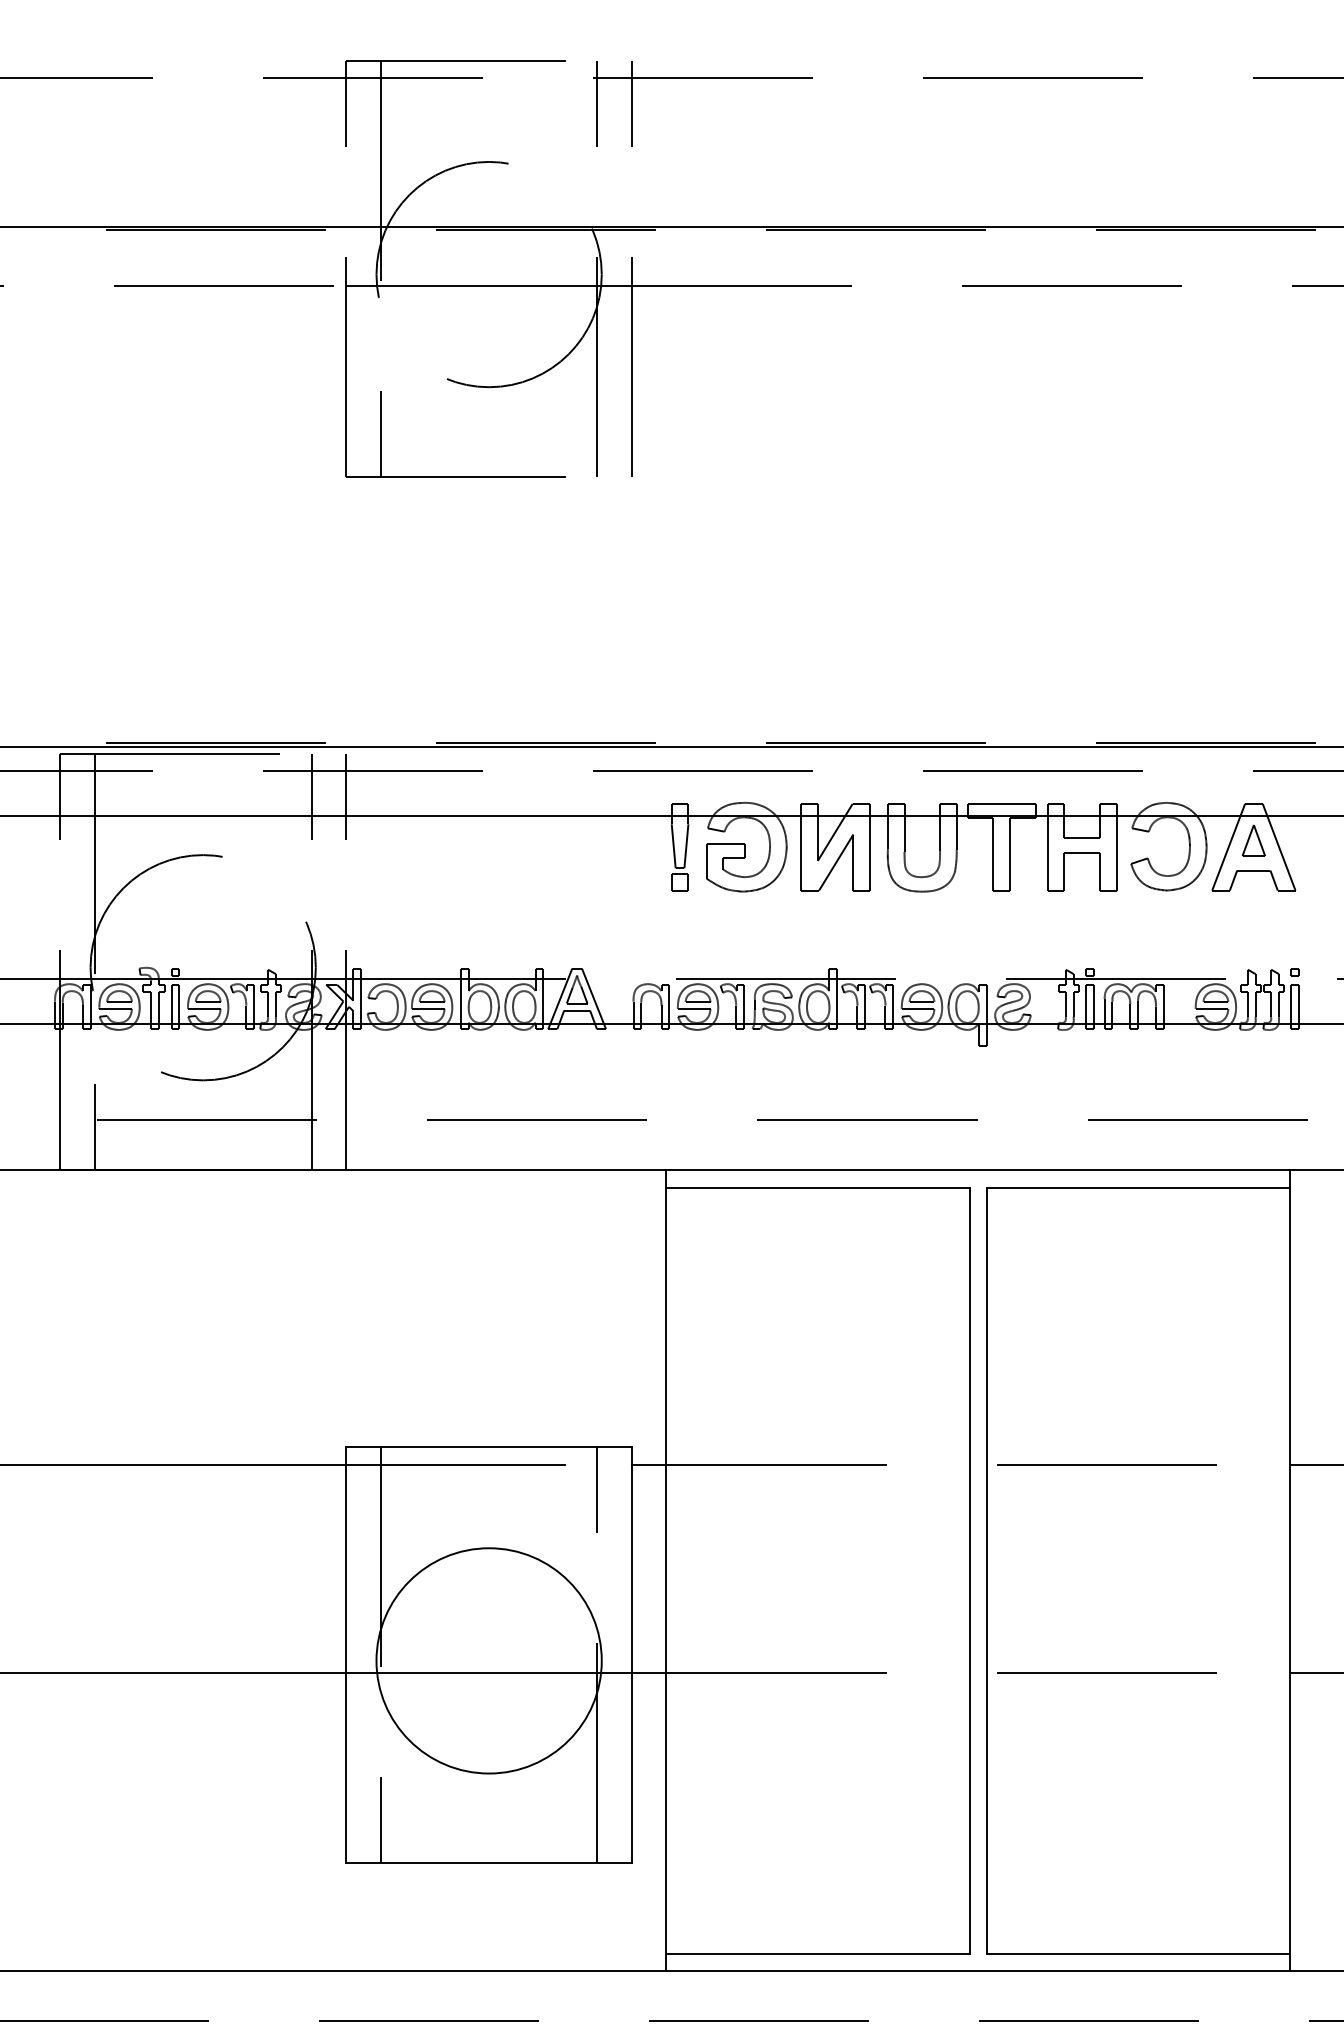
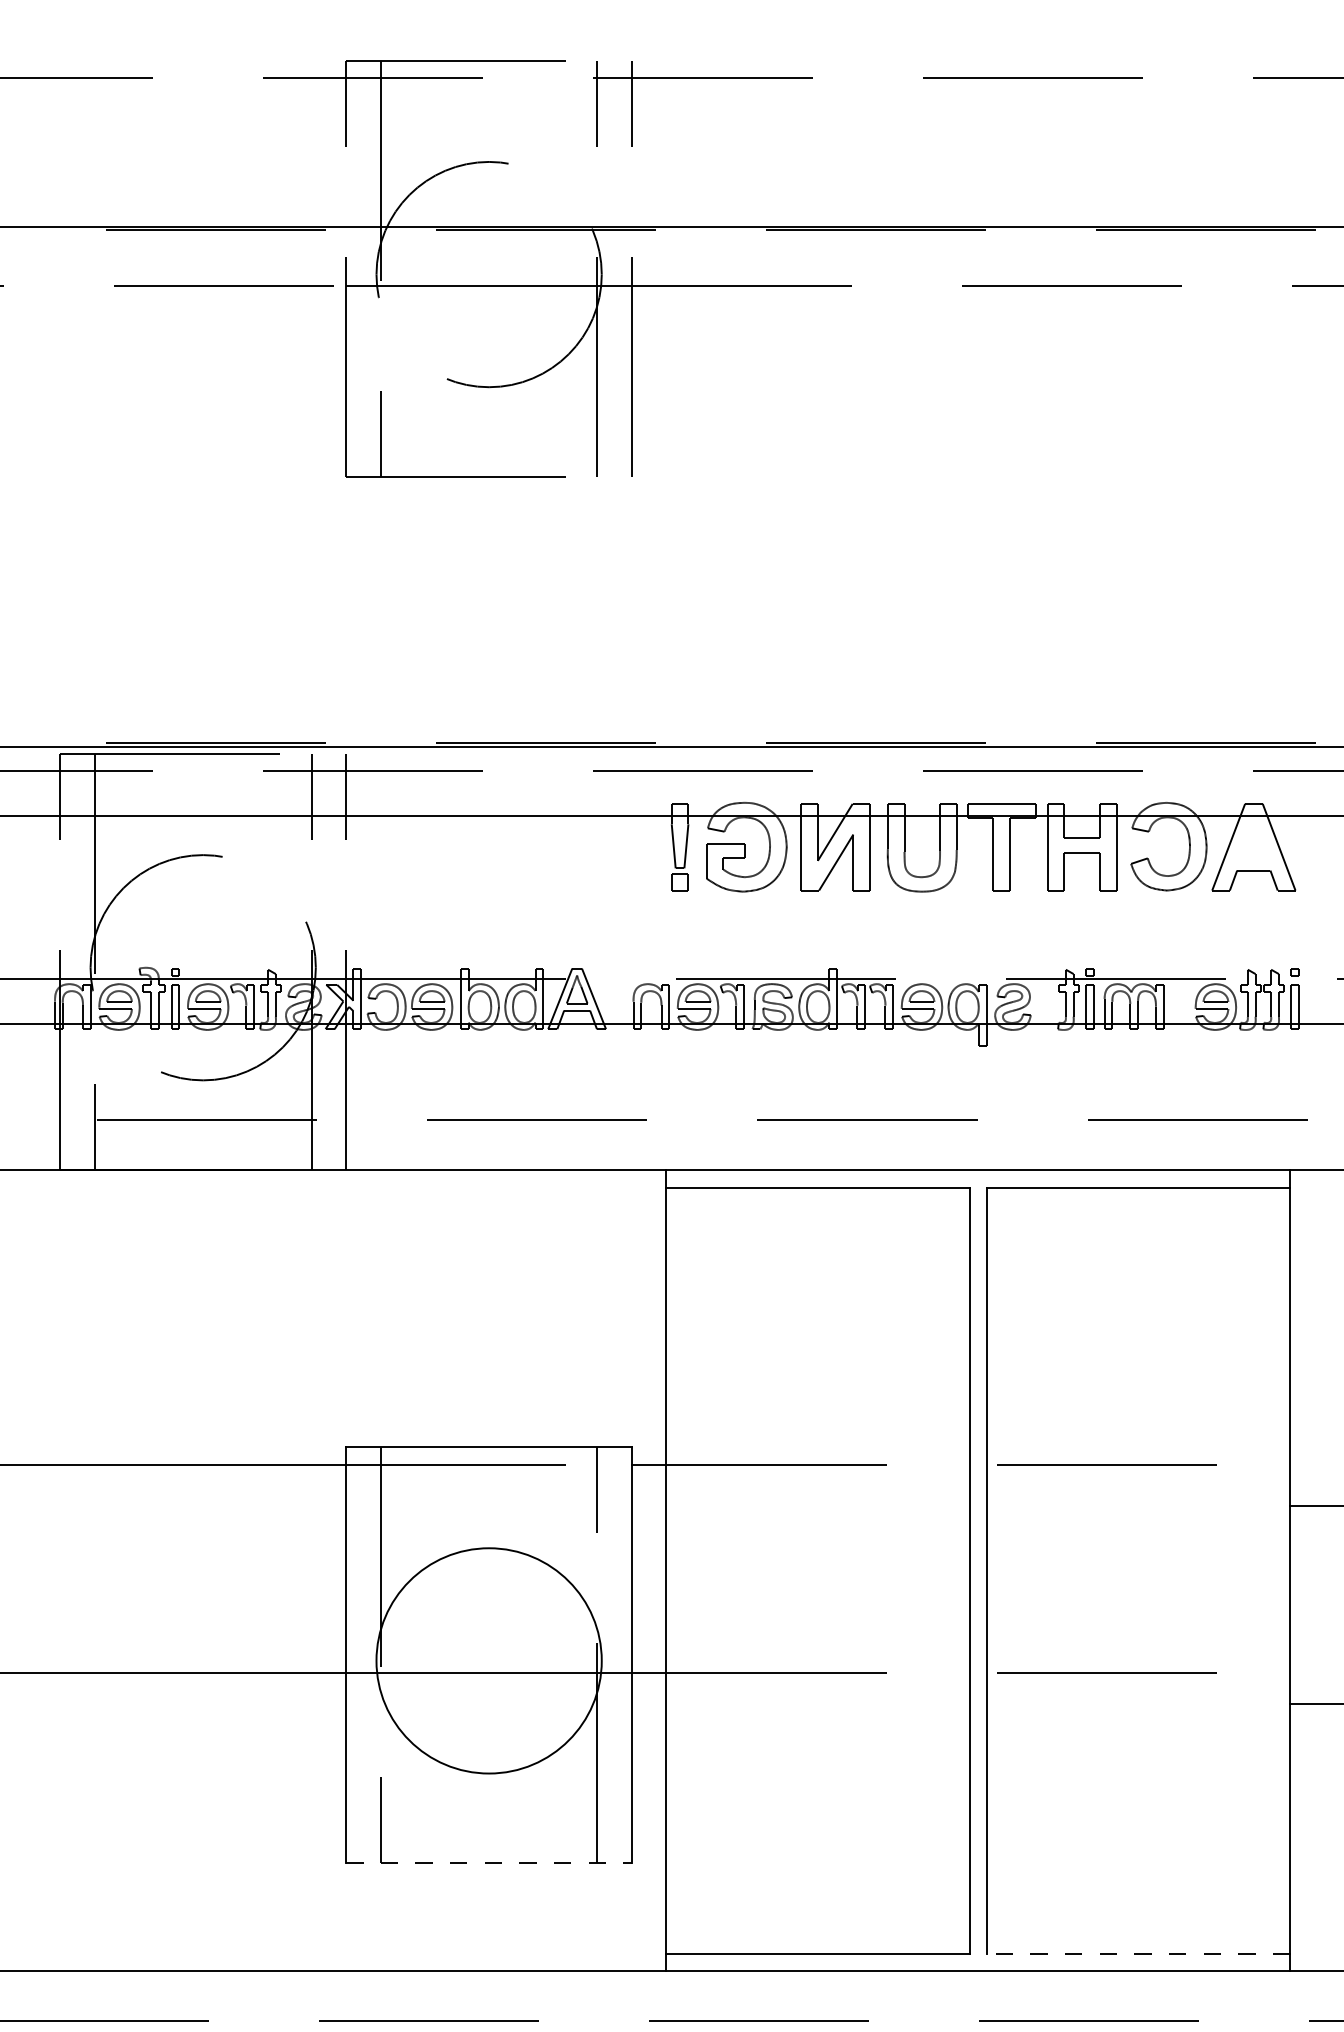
part at (1253, 840): present -> none
line at (1315, 1464) position: (1315, 1464) -> (1315, 1505)
line at (1315, 1672) position: (1315, 1672) -> (1315, 1703)
line at (489, 1863): solid -> dashed
line at (1138, 1953): solid -> dashed
